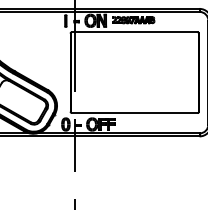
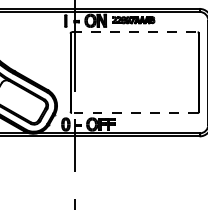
line at (134, 32): solid -> dashed
line at (134, 113): solid -> dashed
